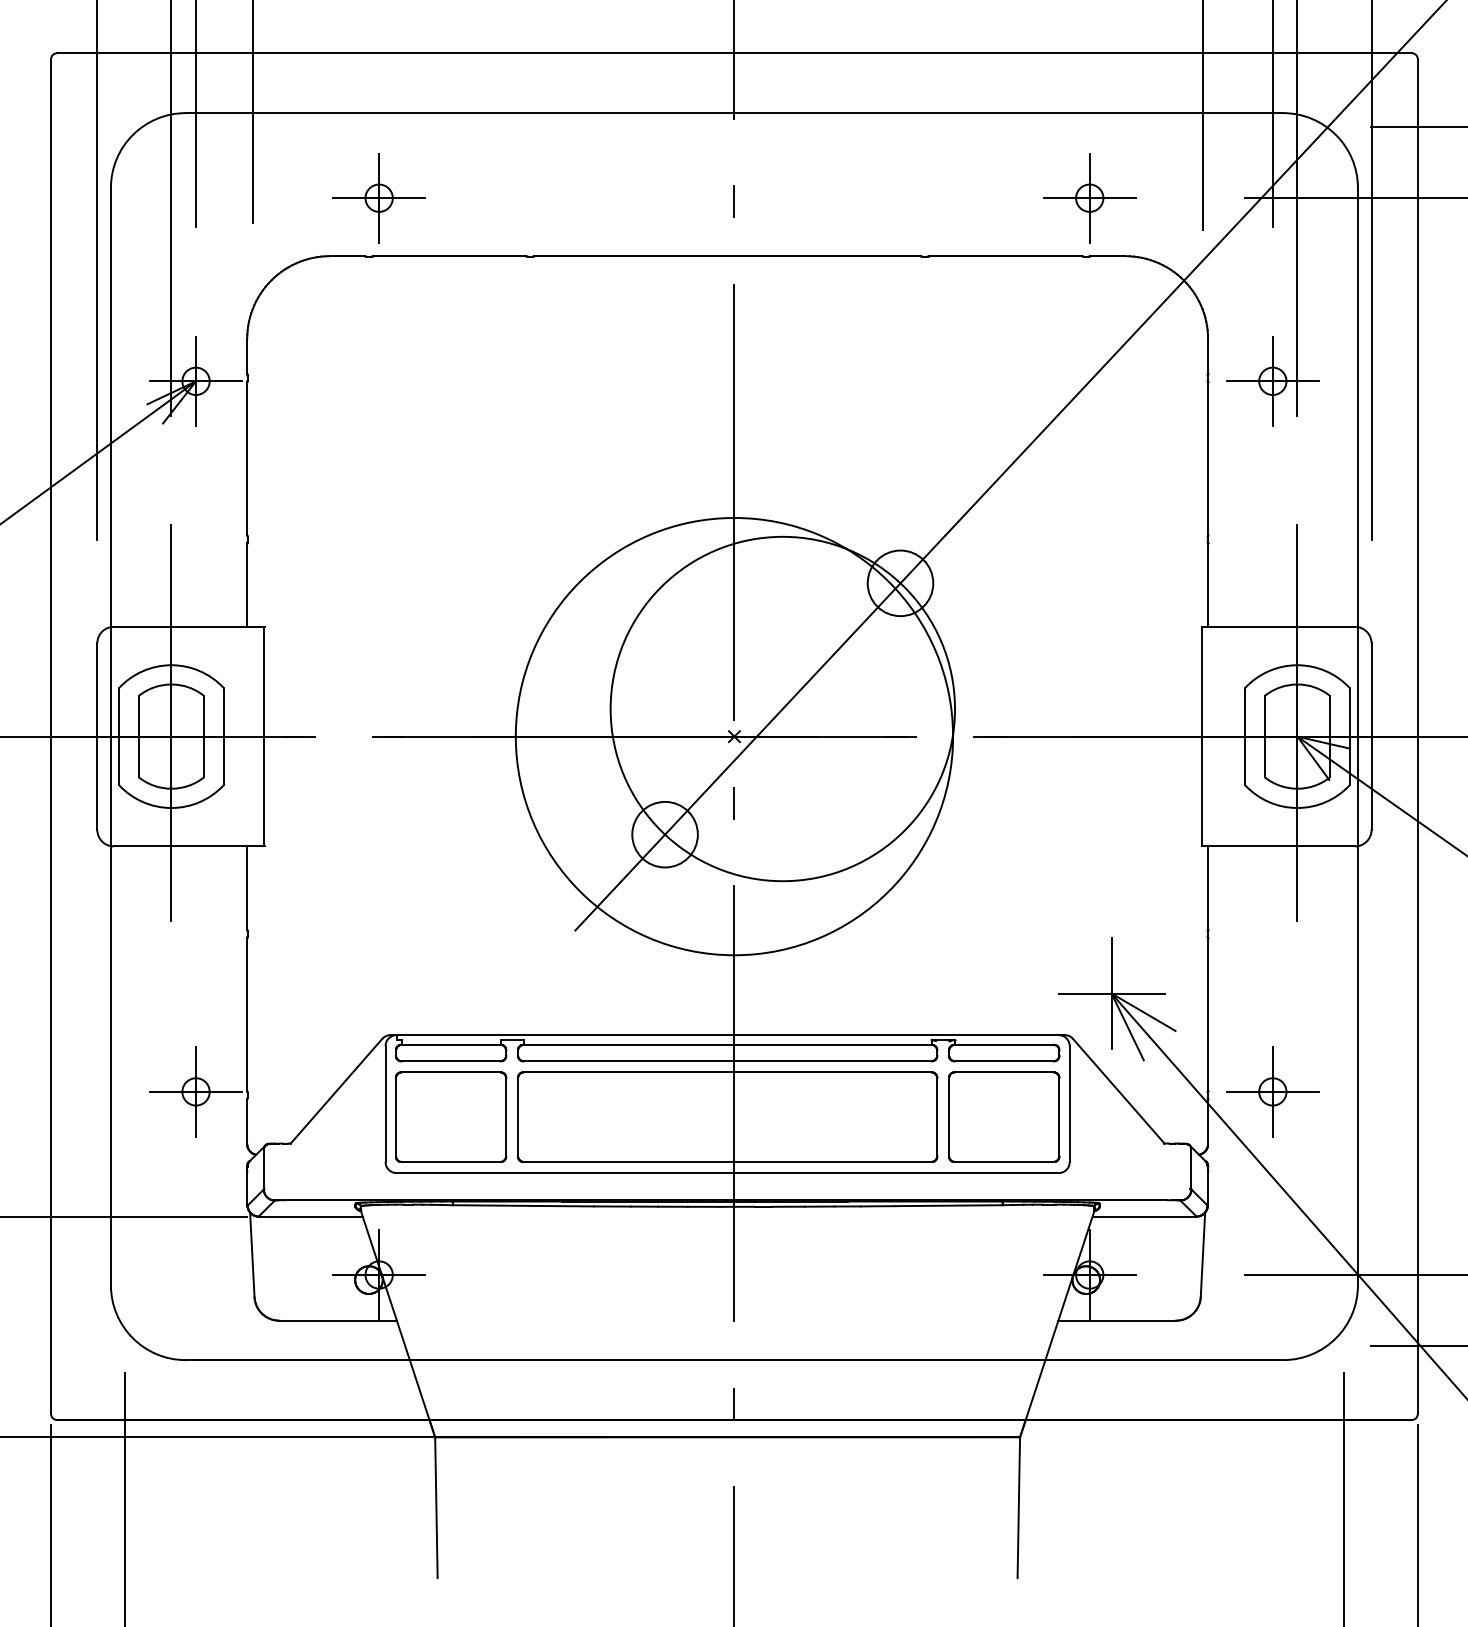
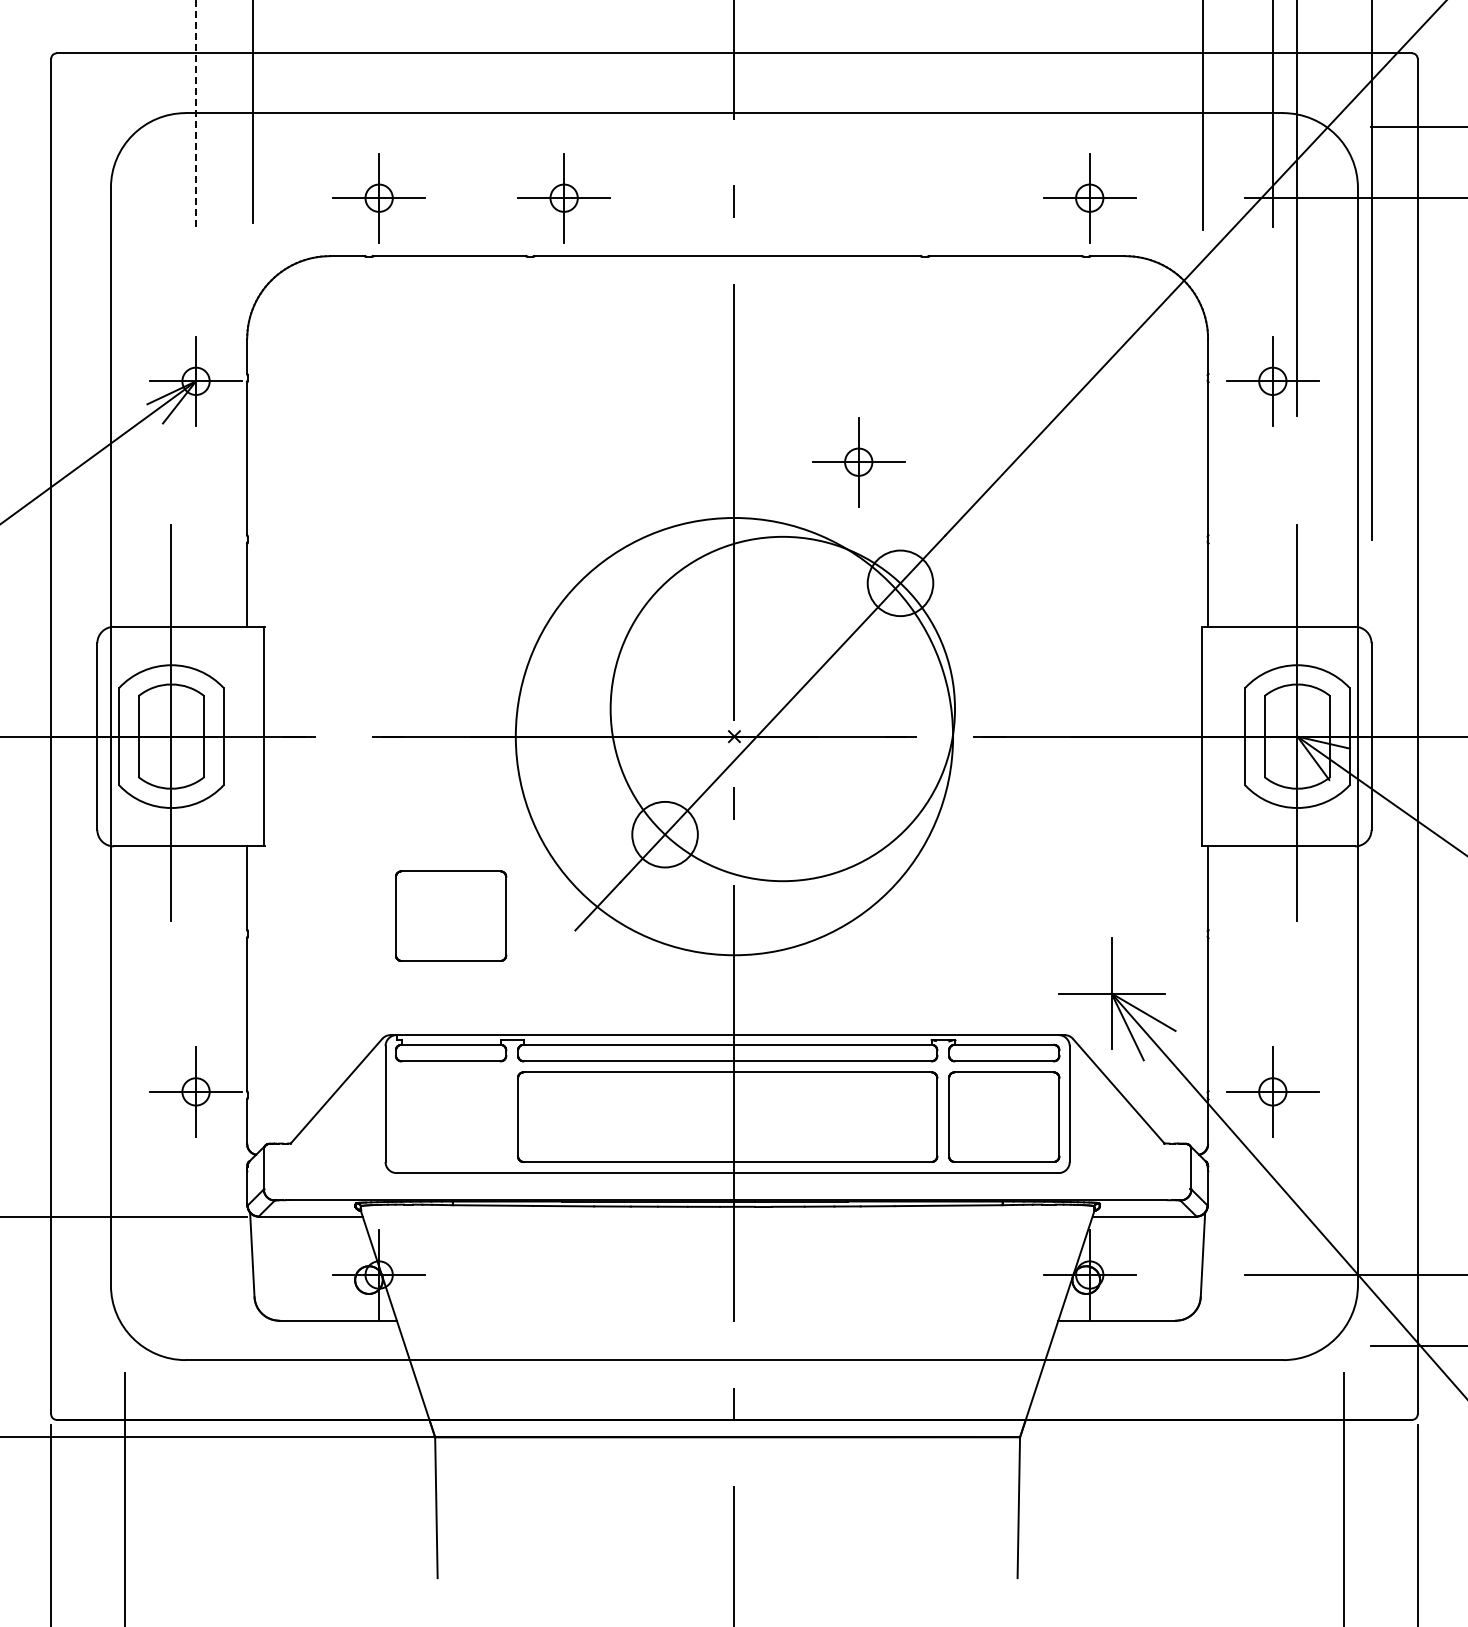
line at (196, 113): solid -> dashed
part at (563, 198): none -> present
line at (171, 209): present -> none
line at (97, 271): present -> none
part at (858, 462): none -> present
part at (451, 1116) position: (451, 1116) -> (451, 915)
